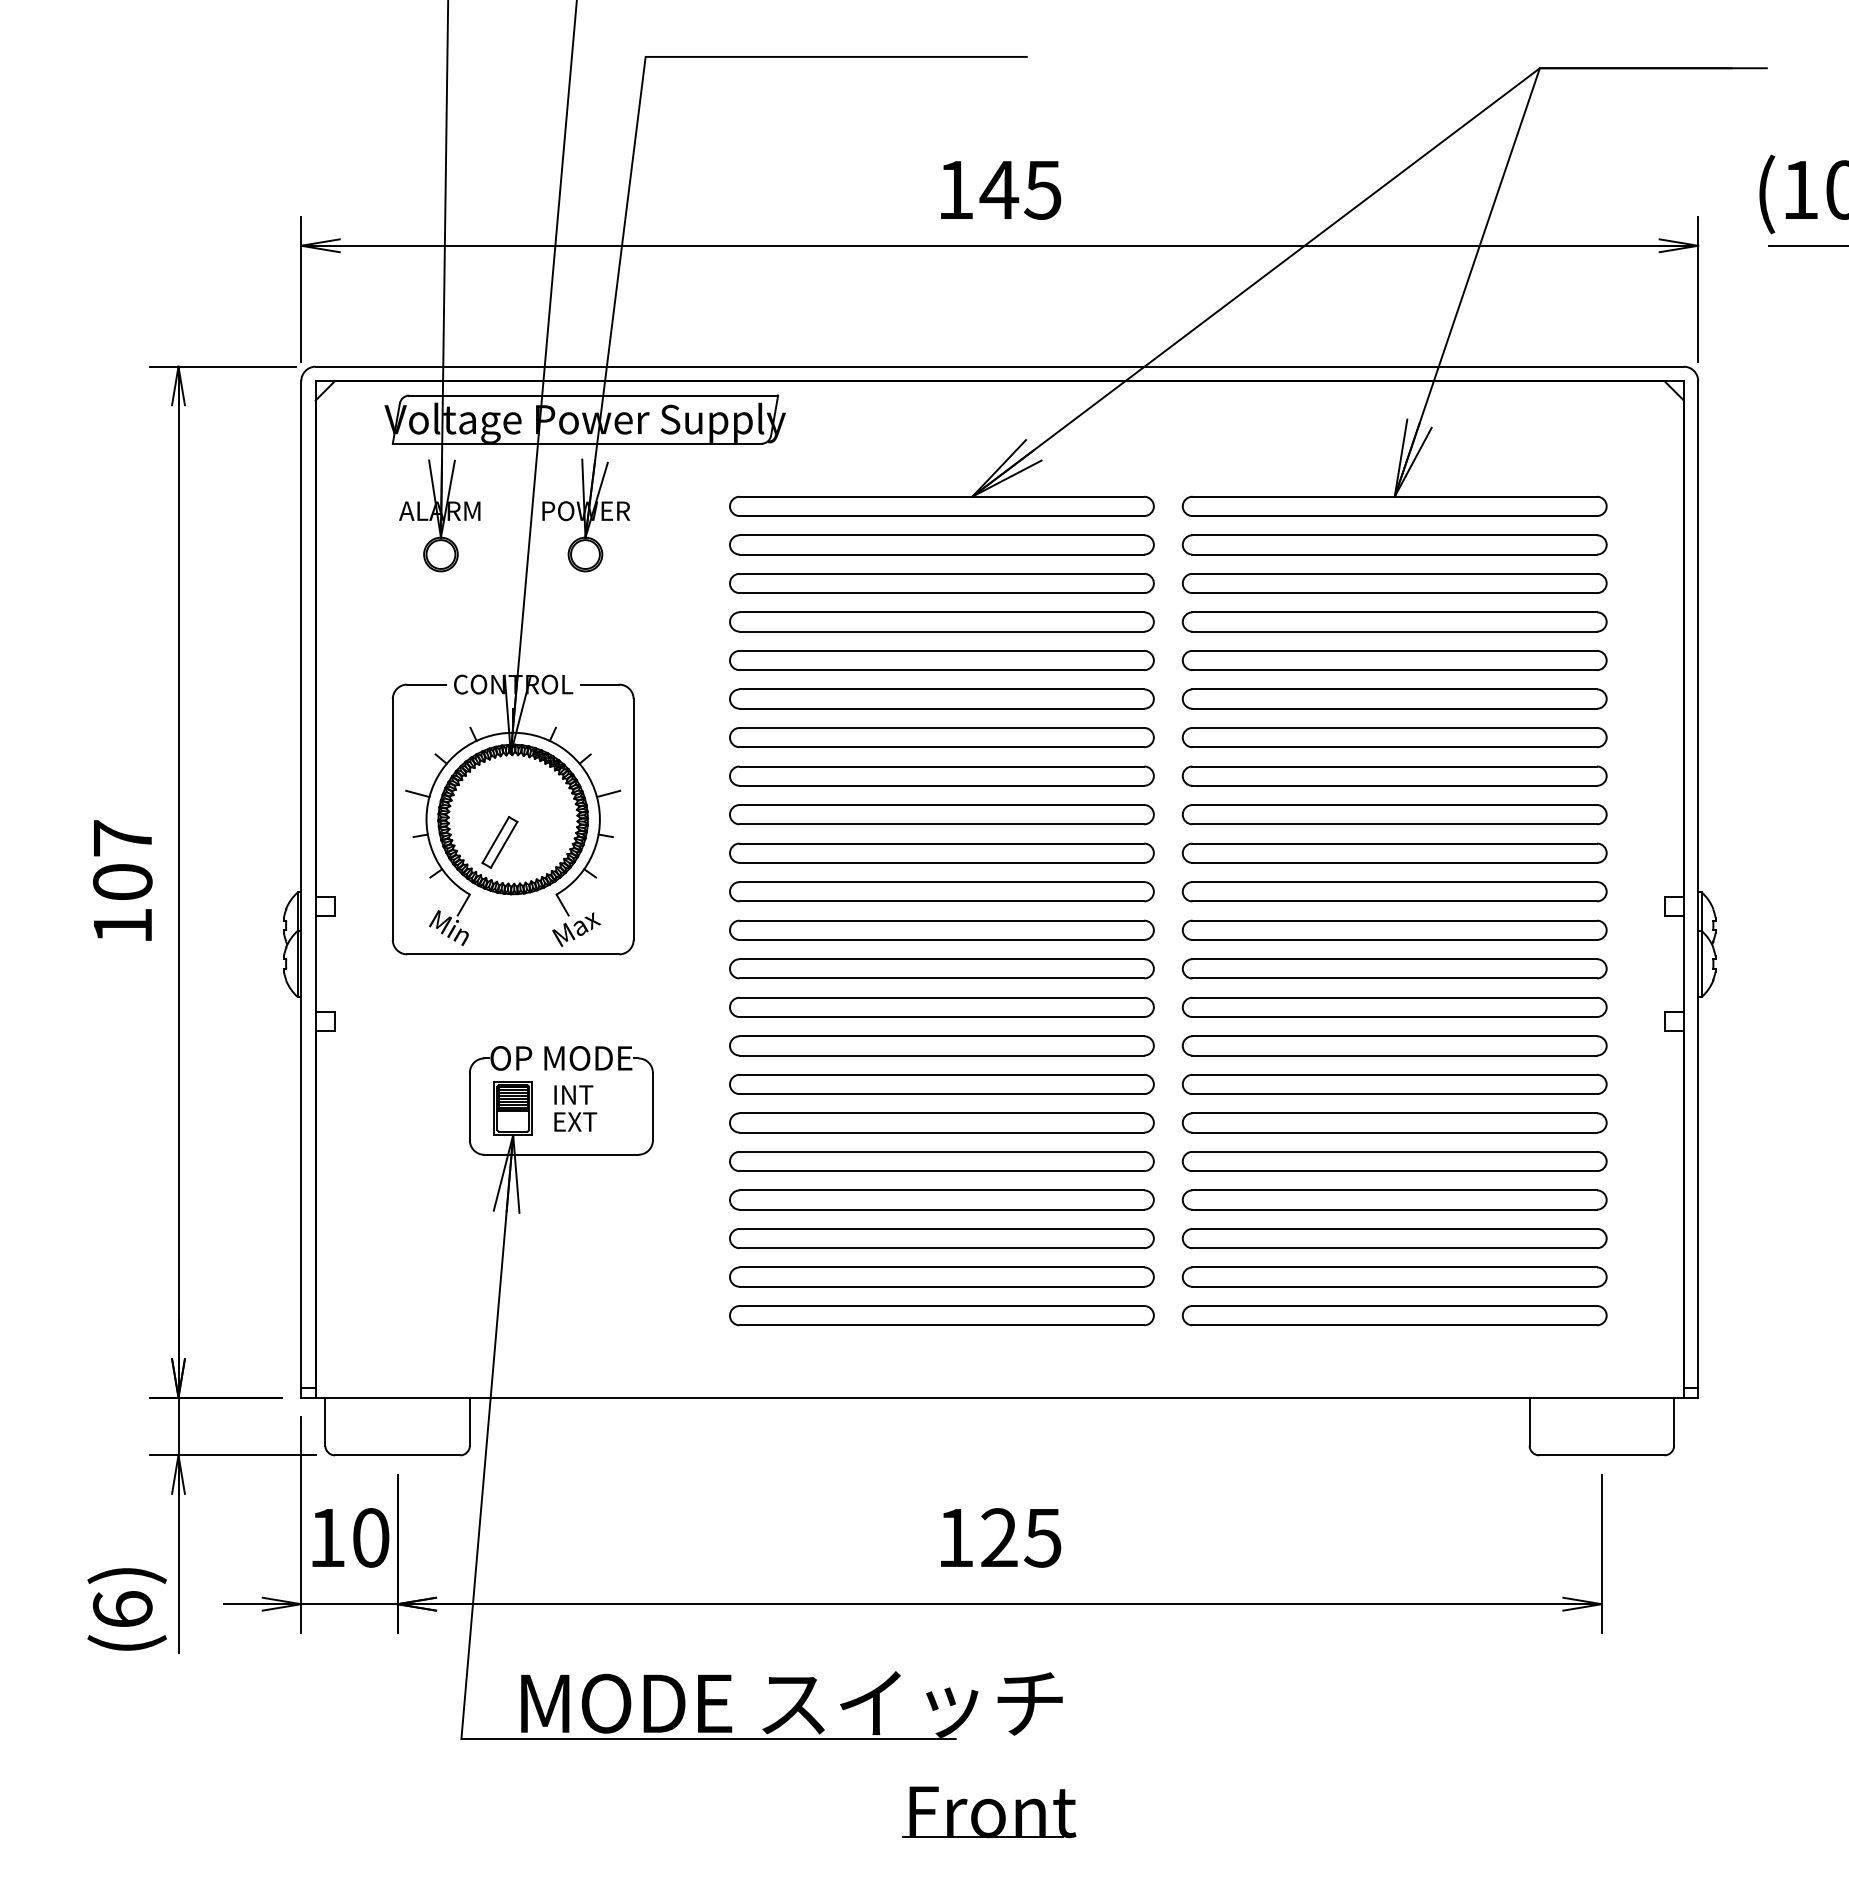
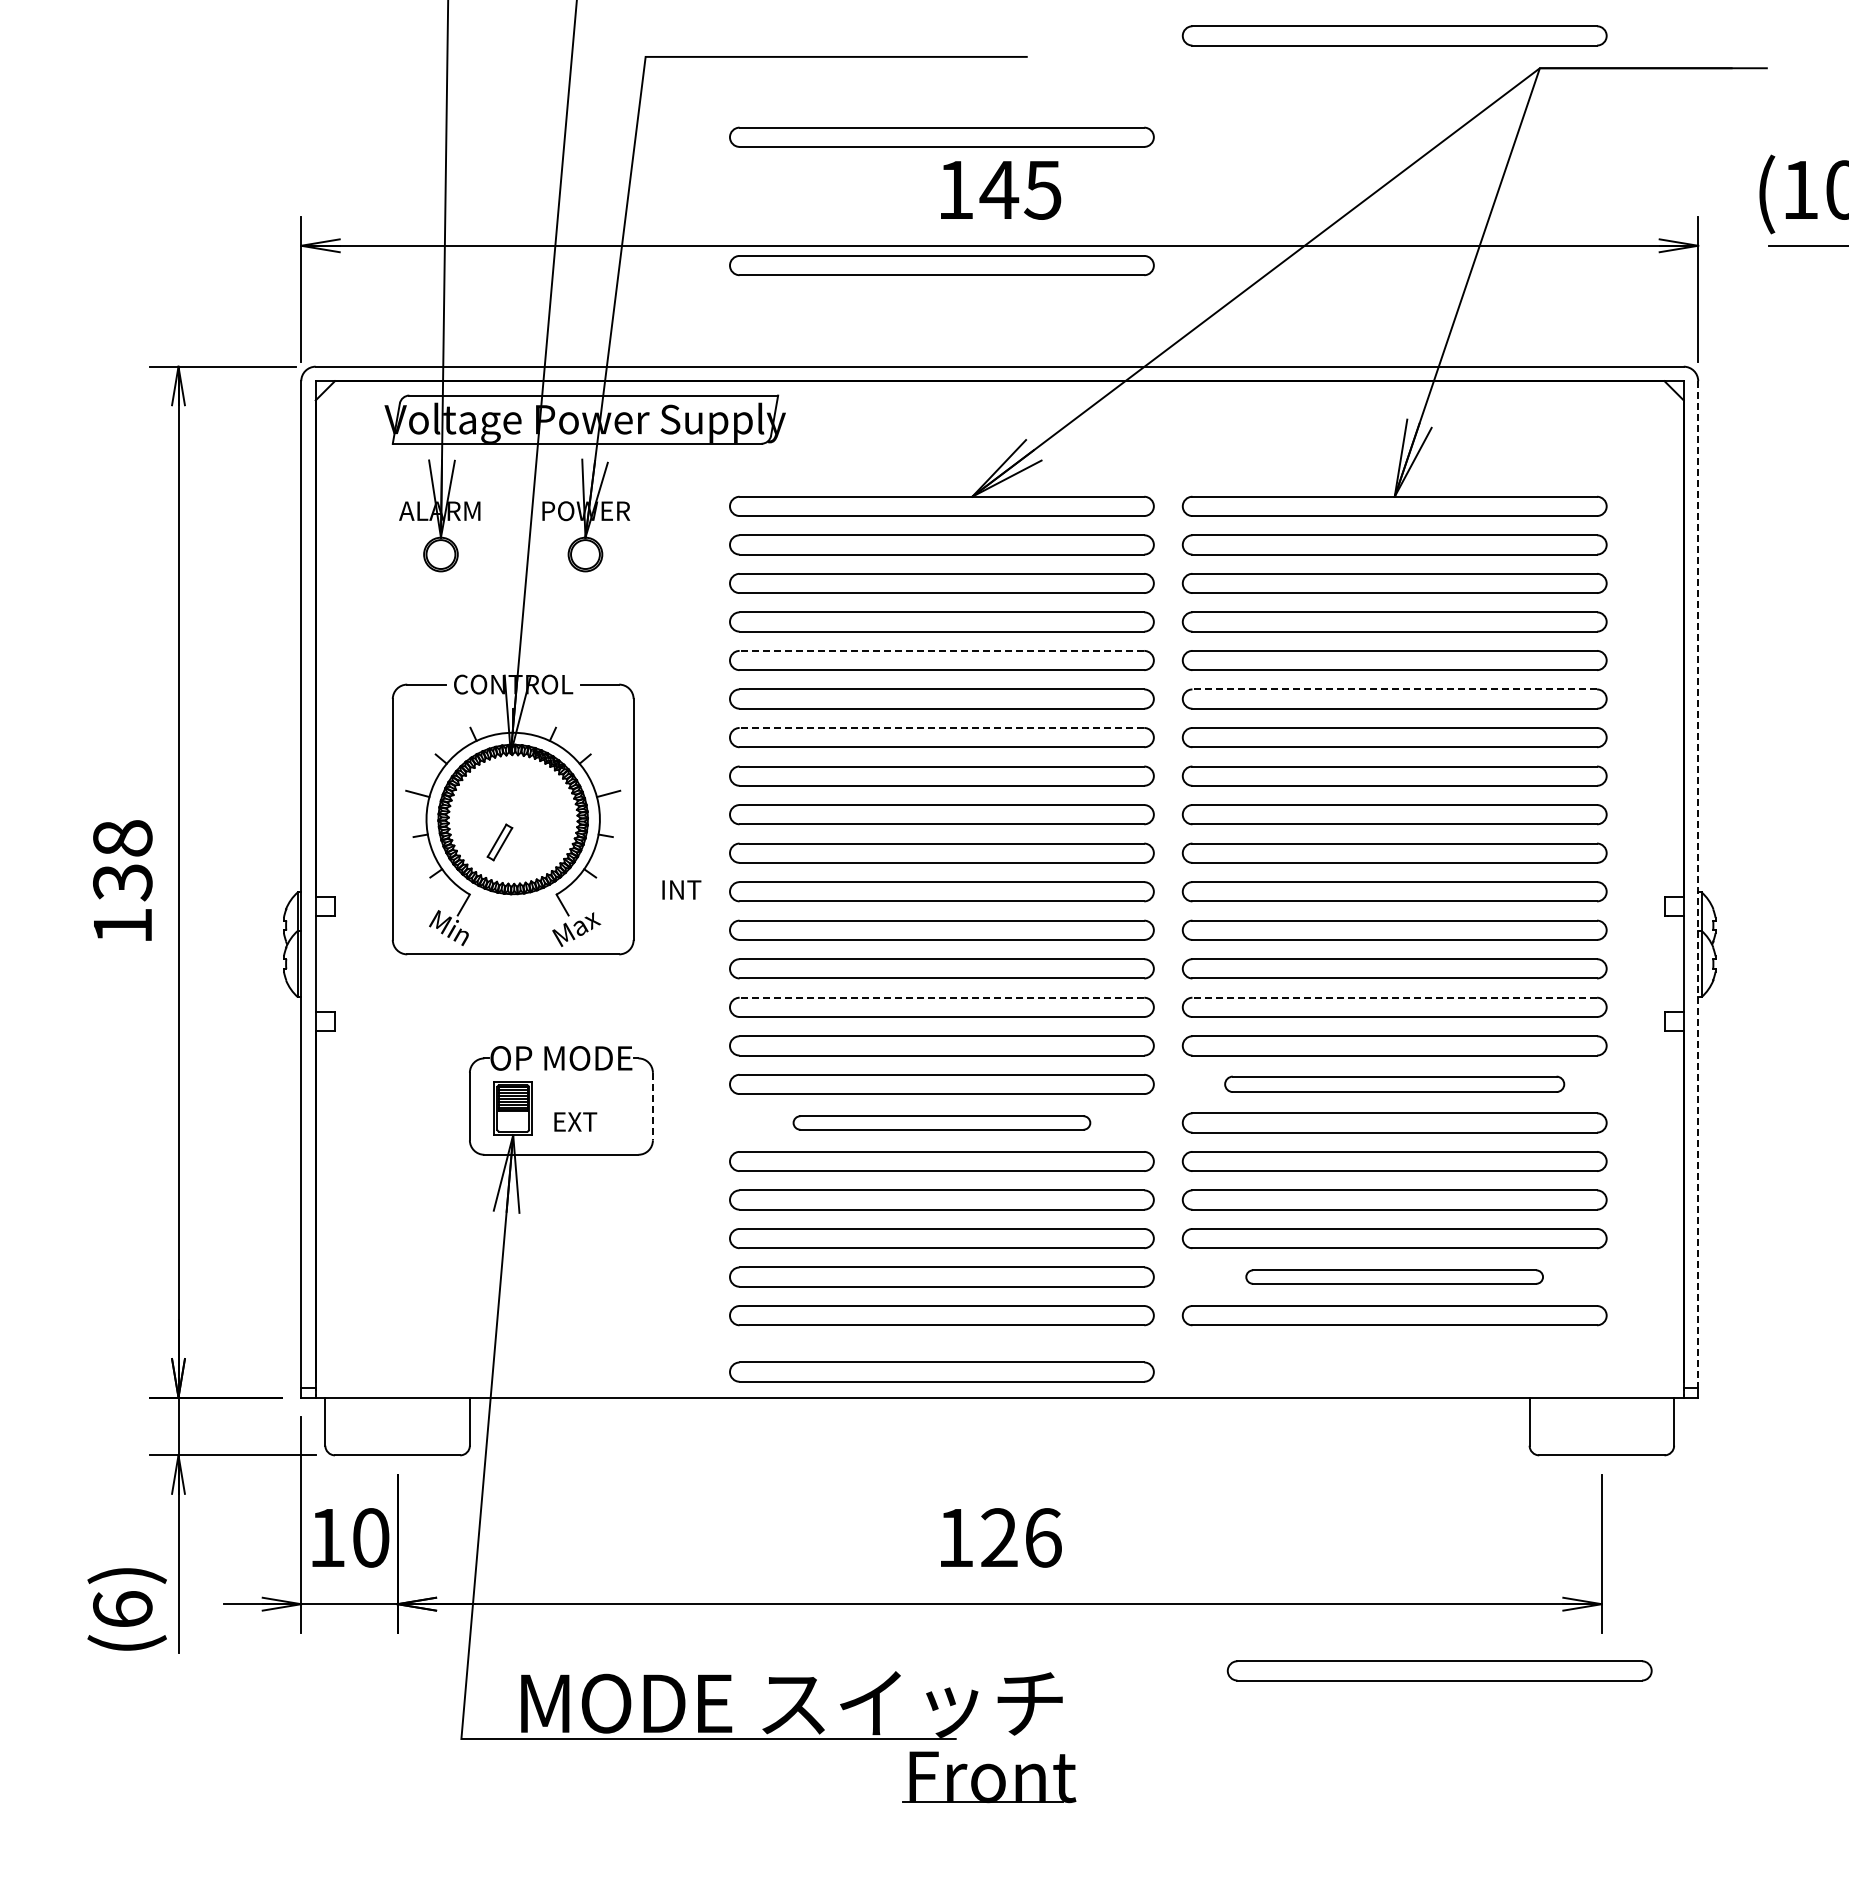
part at (1394, 35): none -> present
part at (941, 136): none -> present
part at (941, 265): none -> present
line at (941, 650): solid -> dashed
line at (1394, 689): solid -> dashed
line at (941, 727): solid -> dashed
part at (499, 842) size: 38x53 px -> 28x39 px
text at (122, 860): 107 -> 138
line at (1698, 885): solid -> dashed
line at (941, 997): solid -> dashed
line at (1394, 997): solid -> dashed
part at (1394, 1083) size: 427x22 px -> 342x18 px
text at (573, 1094) position: (573, 1094) -> (681, 889)
line at (652, 1106): solid -> dashed
part at (941, 1122) size: 426x22 px -> 300x16 px
part at (1394, 1276) size: 427x22 px -> 299x16 px
part at (941, 1371): none -> present
text at (1042, 1537): 125 -> 126
part at (1439, 1670): none -> present
part at (989, 1812) position: (989, 1812) -> (989, 1777)
